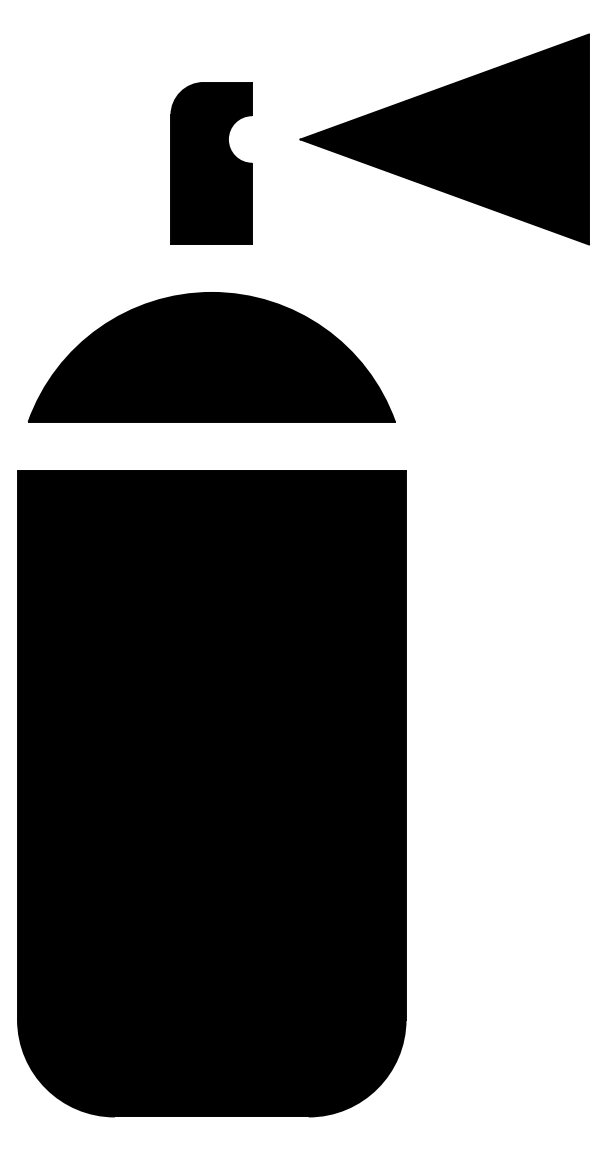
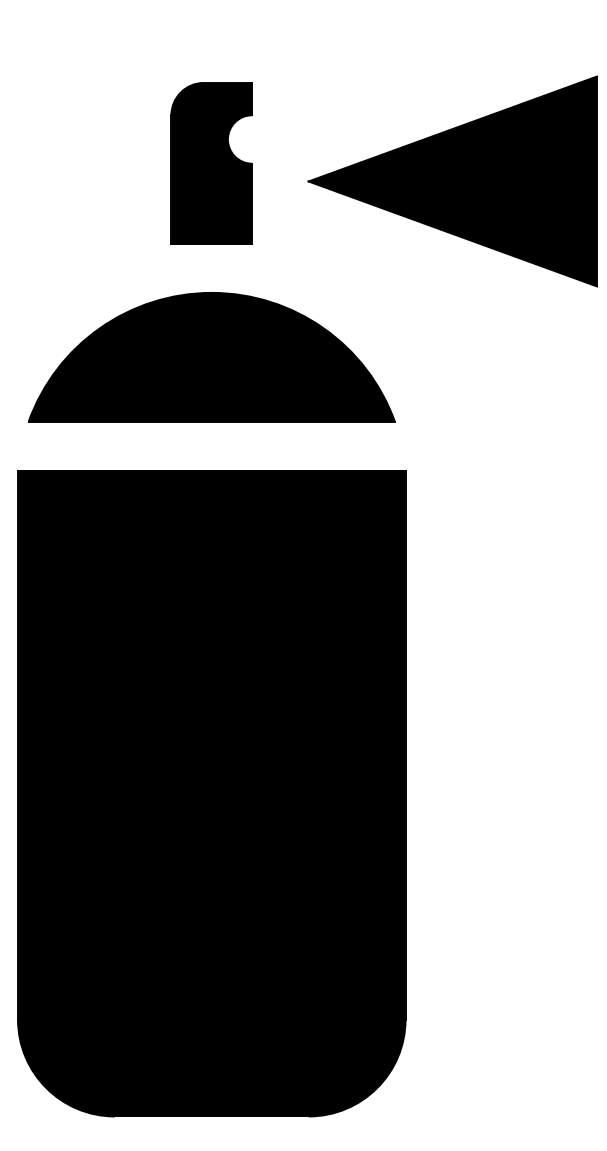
part at (444, 139) position: (444, 139) -> (452, 181)
